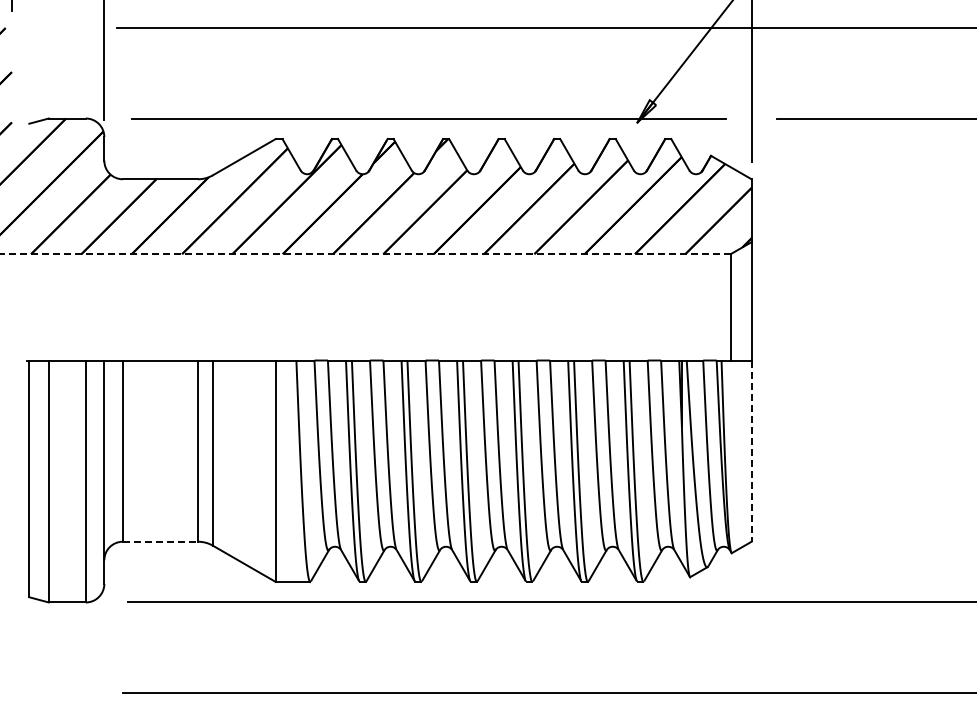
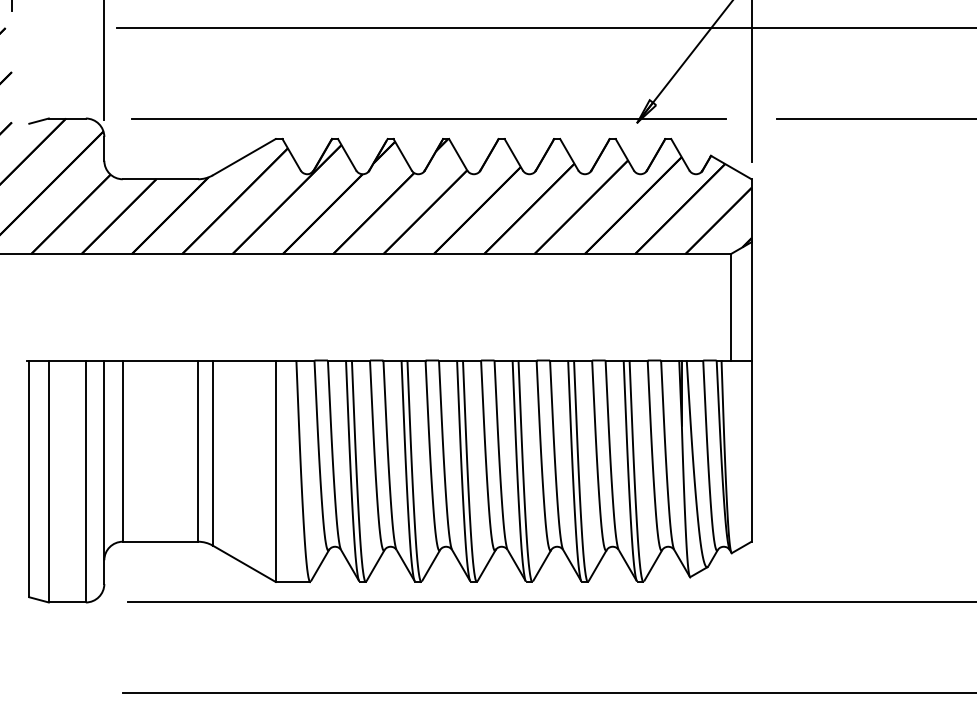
line at (365, 254): dashed -> solid
line at (751, 451): dashed -> solid
line at (160, 541): dashed -> solid
